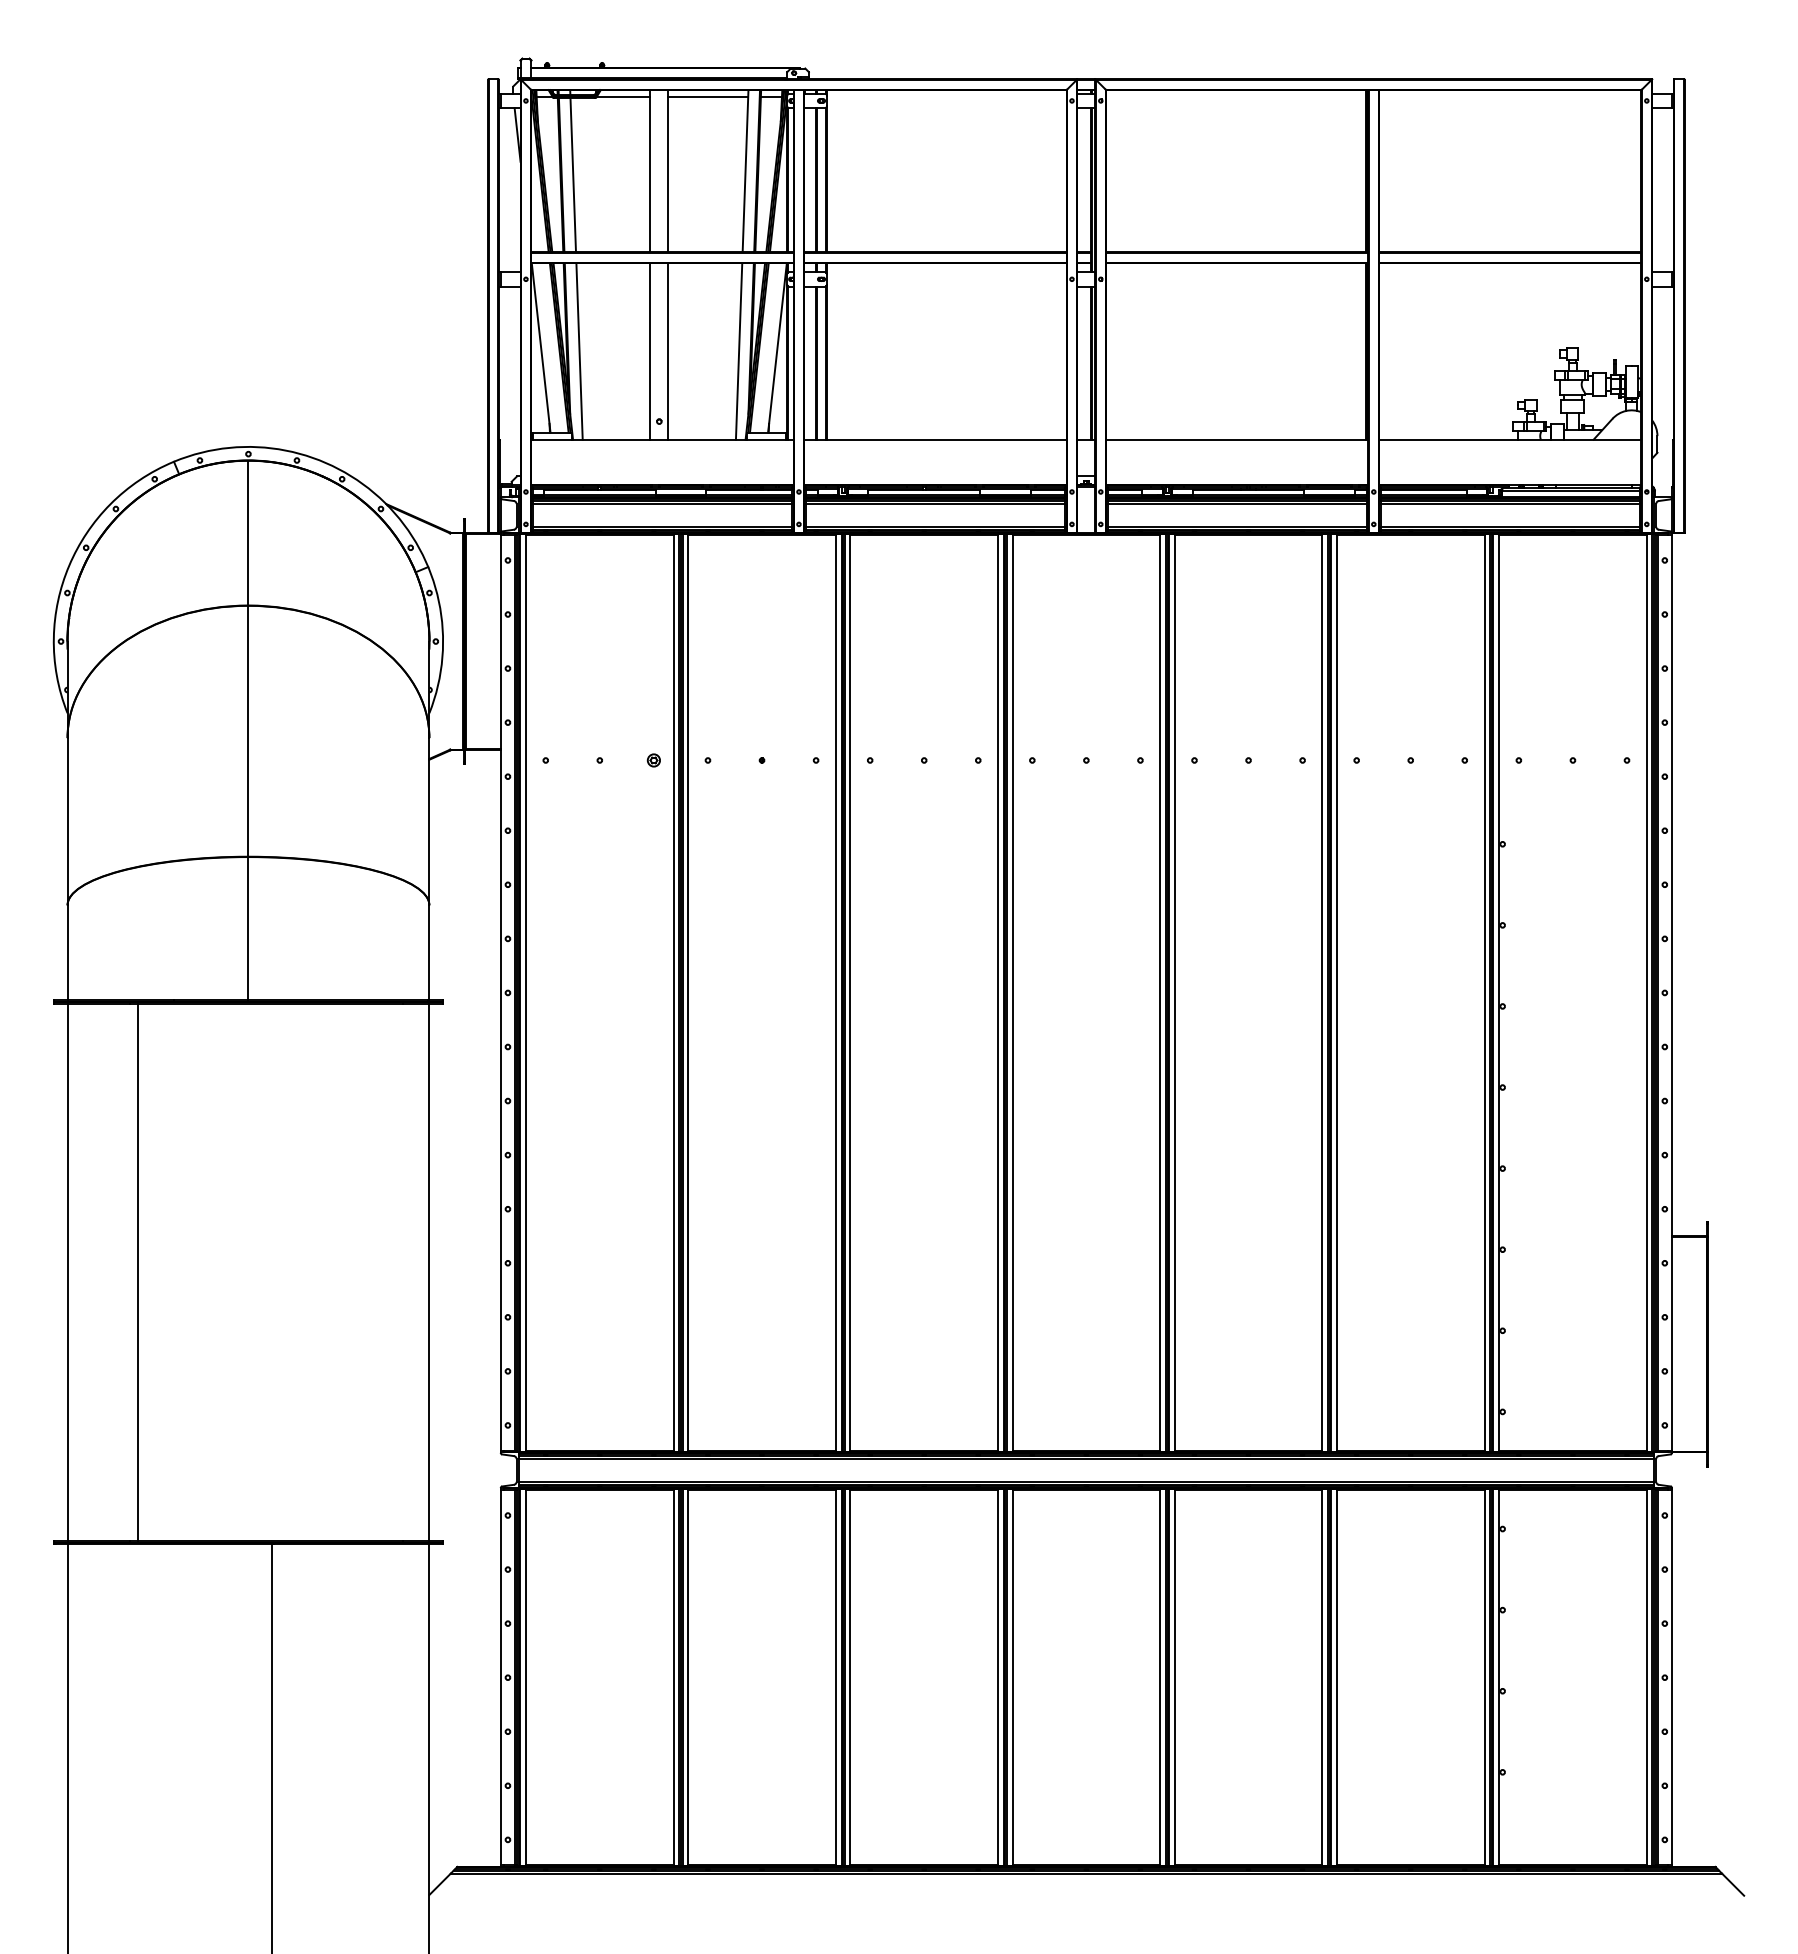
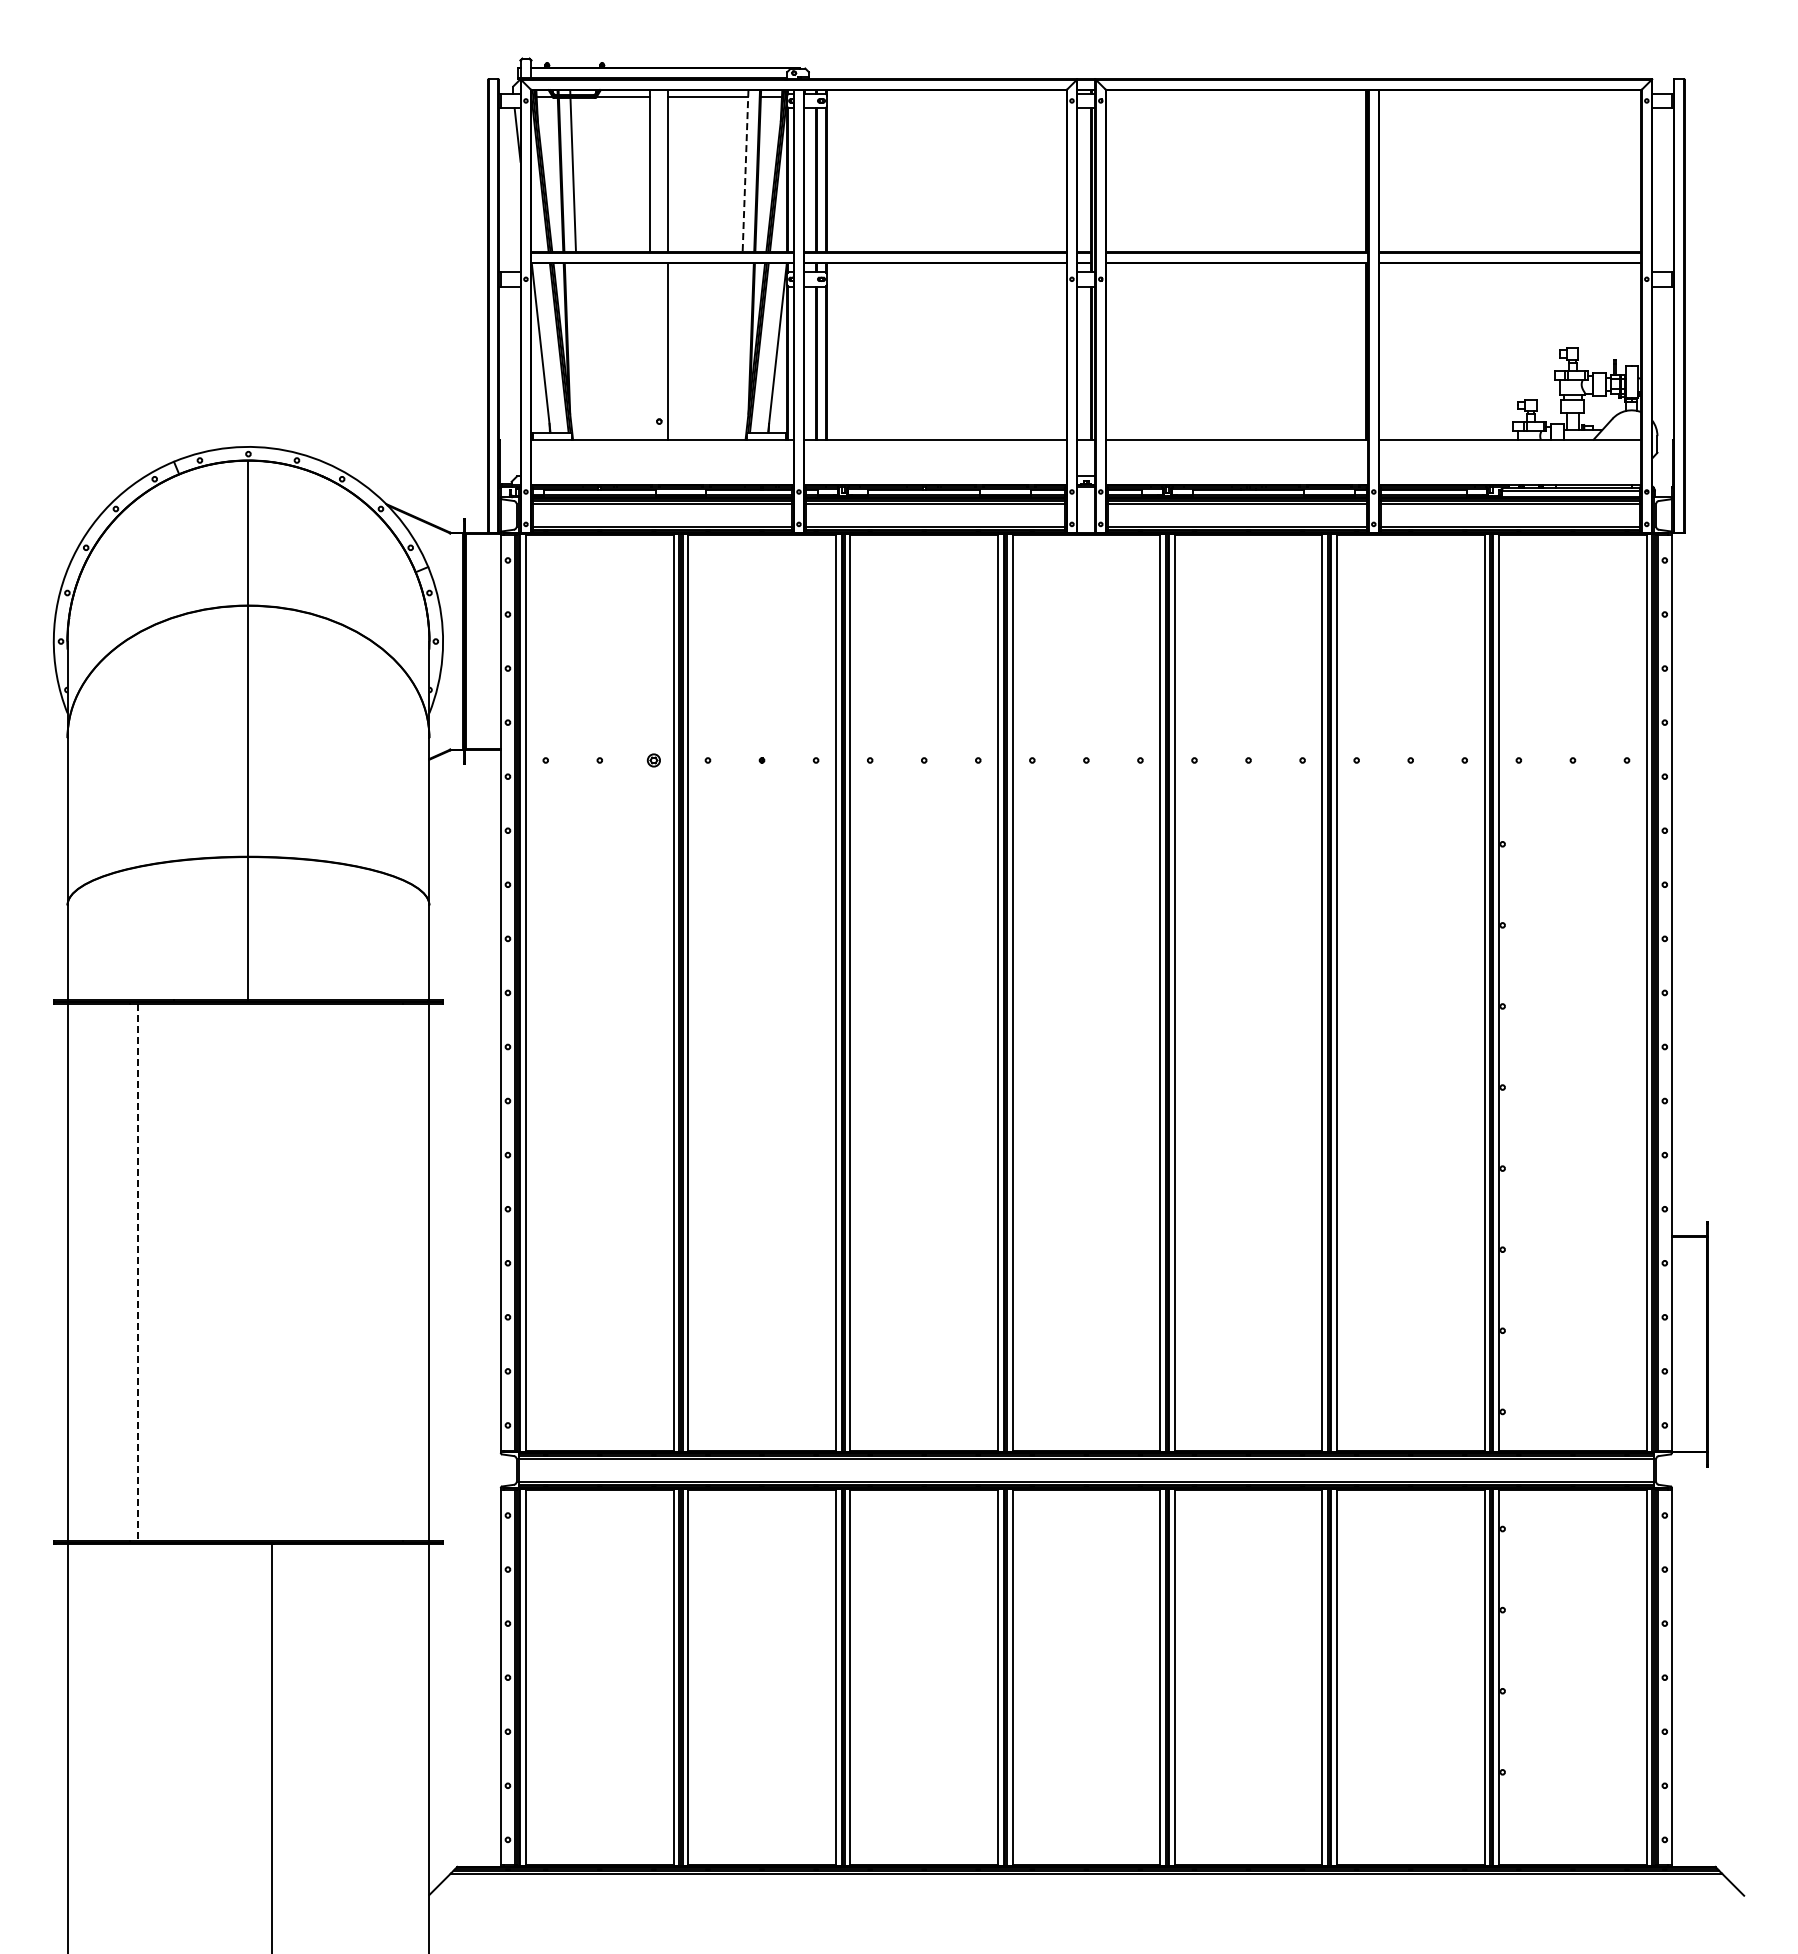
line at (745, 171): solid -> dashed
line at (579, 351): present -> none
line at (650, 351): present -> none
line at (738, 351): present -> none
line at (138, 1272): solid -> dashed
